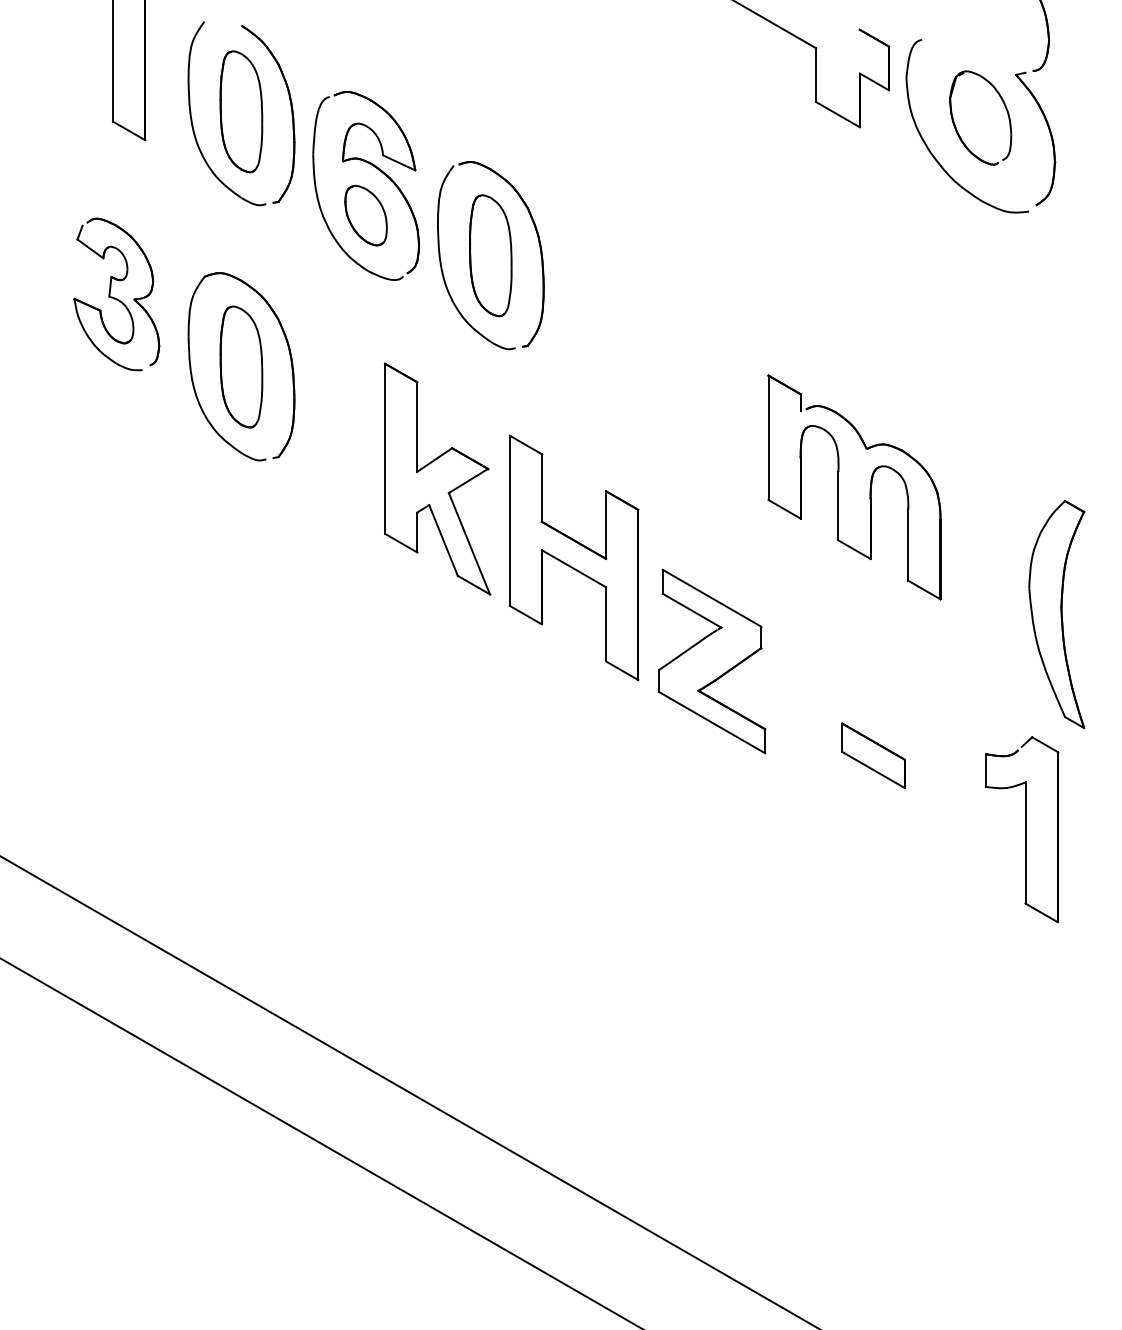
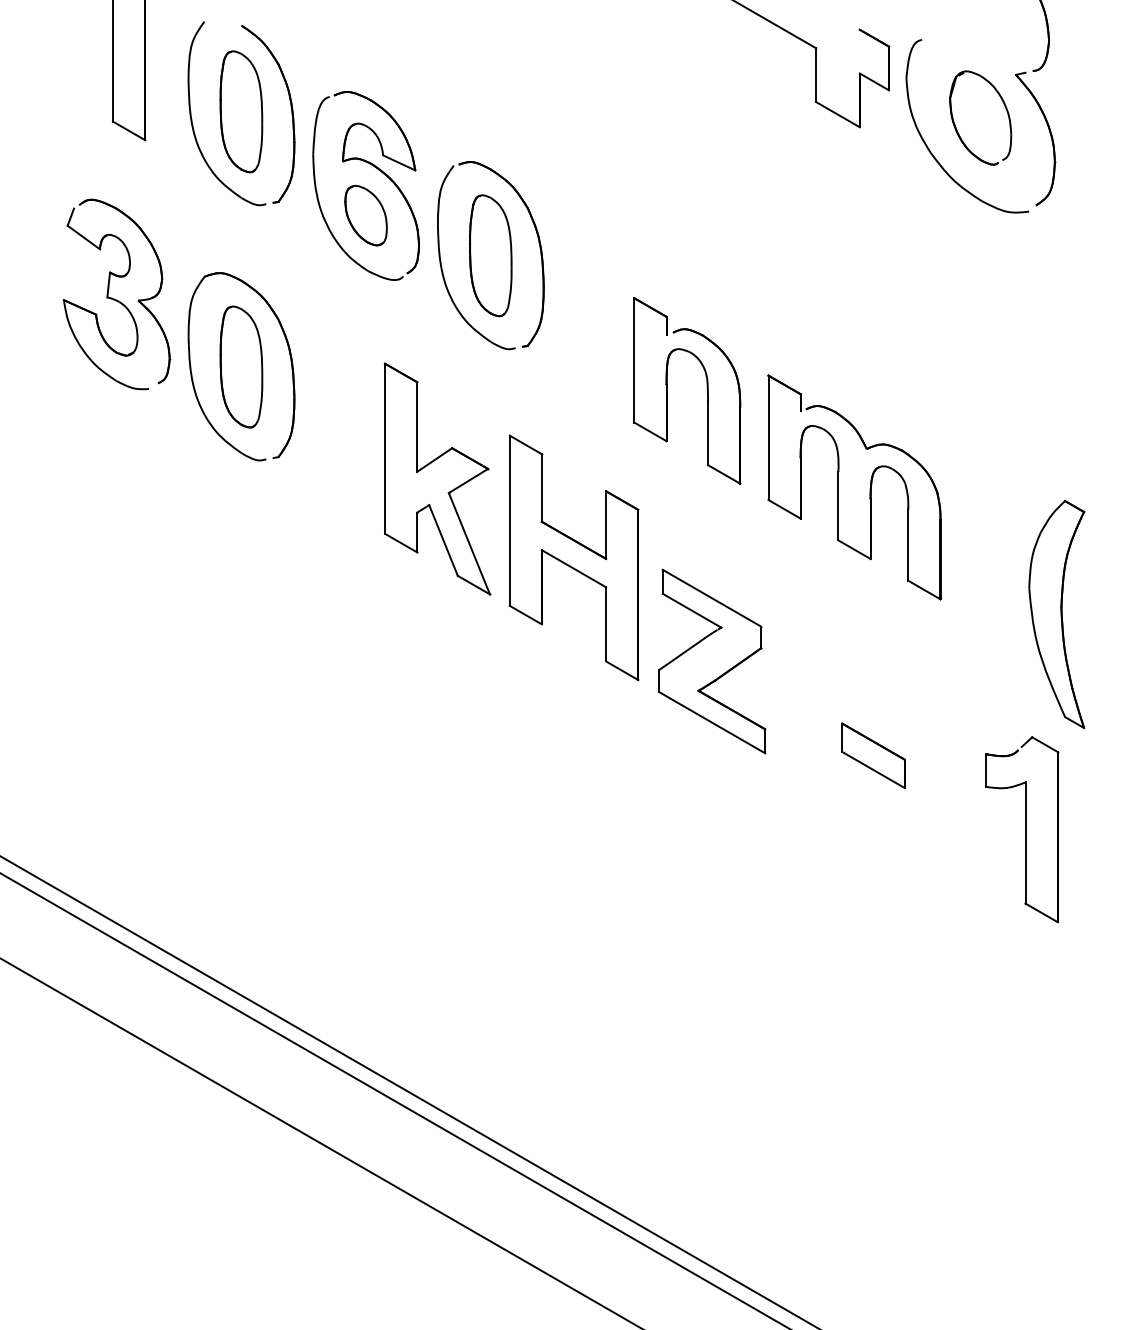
part at (116, 294) size: 88x155 px -> 110x193 px
part at (706, 388): none -> present
line at (393, 1100): none -> present
